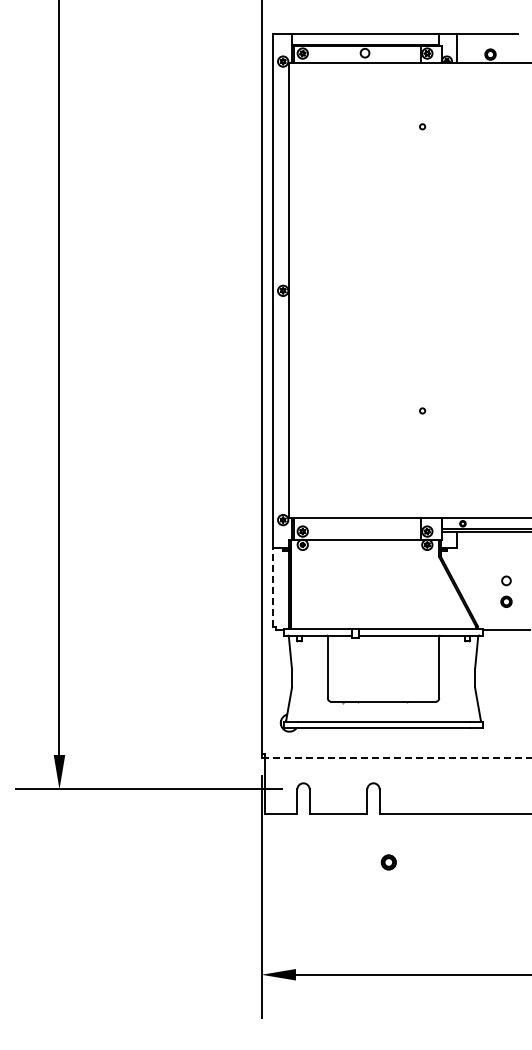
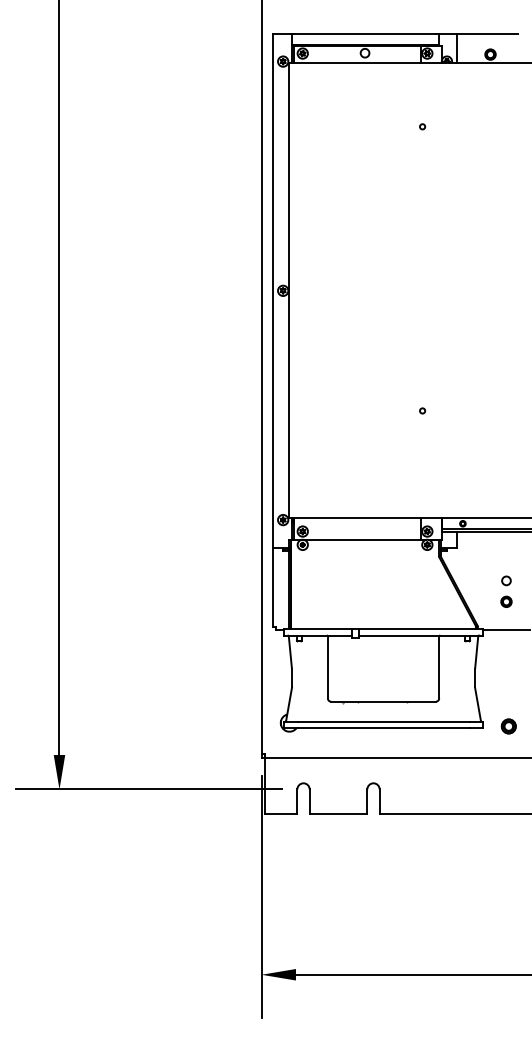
line at (272, 586): dashed -> solid
line at (398, 757): dashed -> solid
part at (388, 862) position: (388, 862) -> (508, 726)
